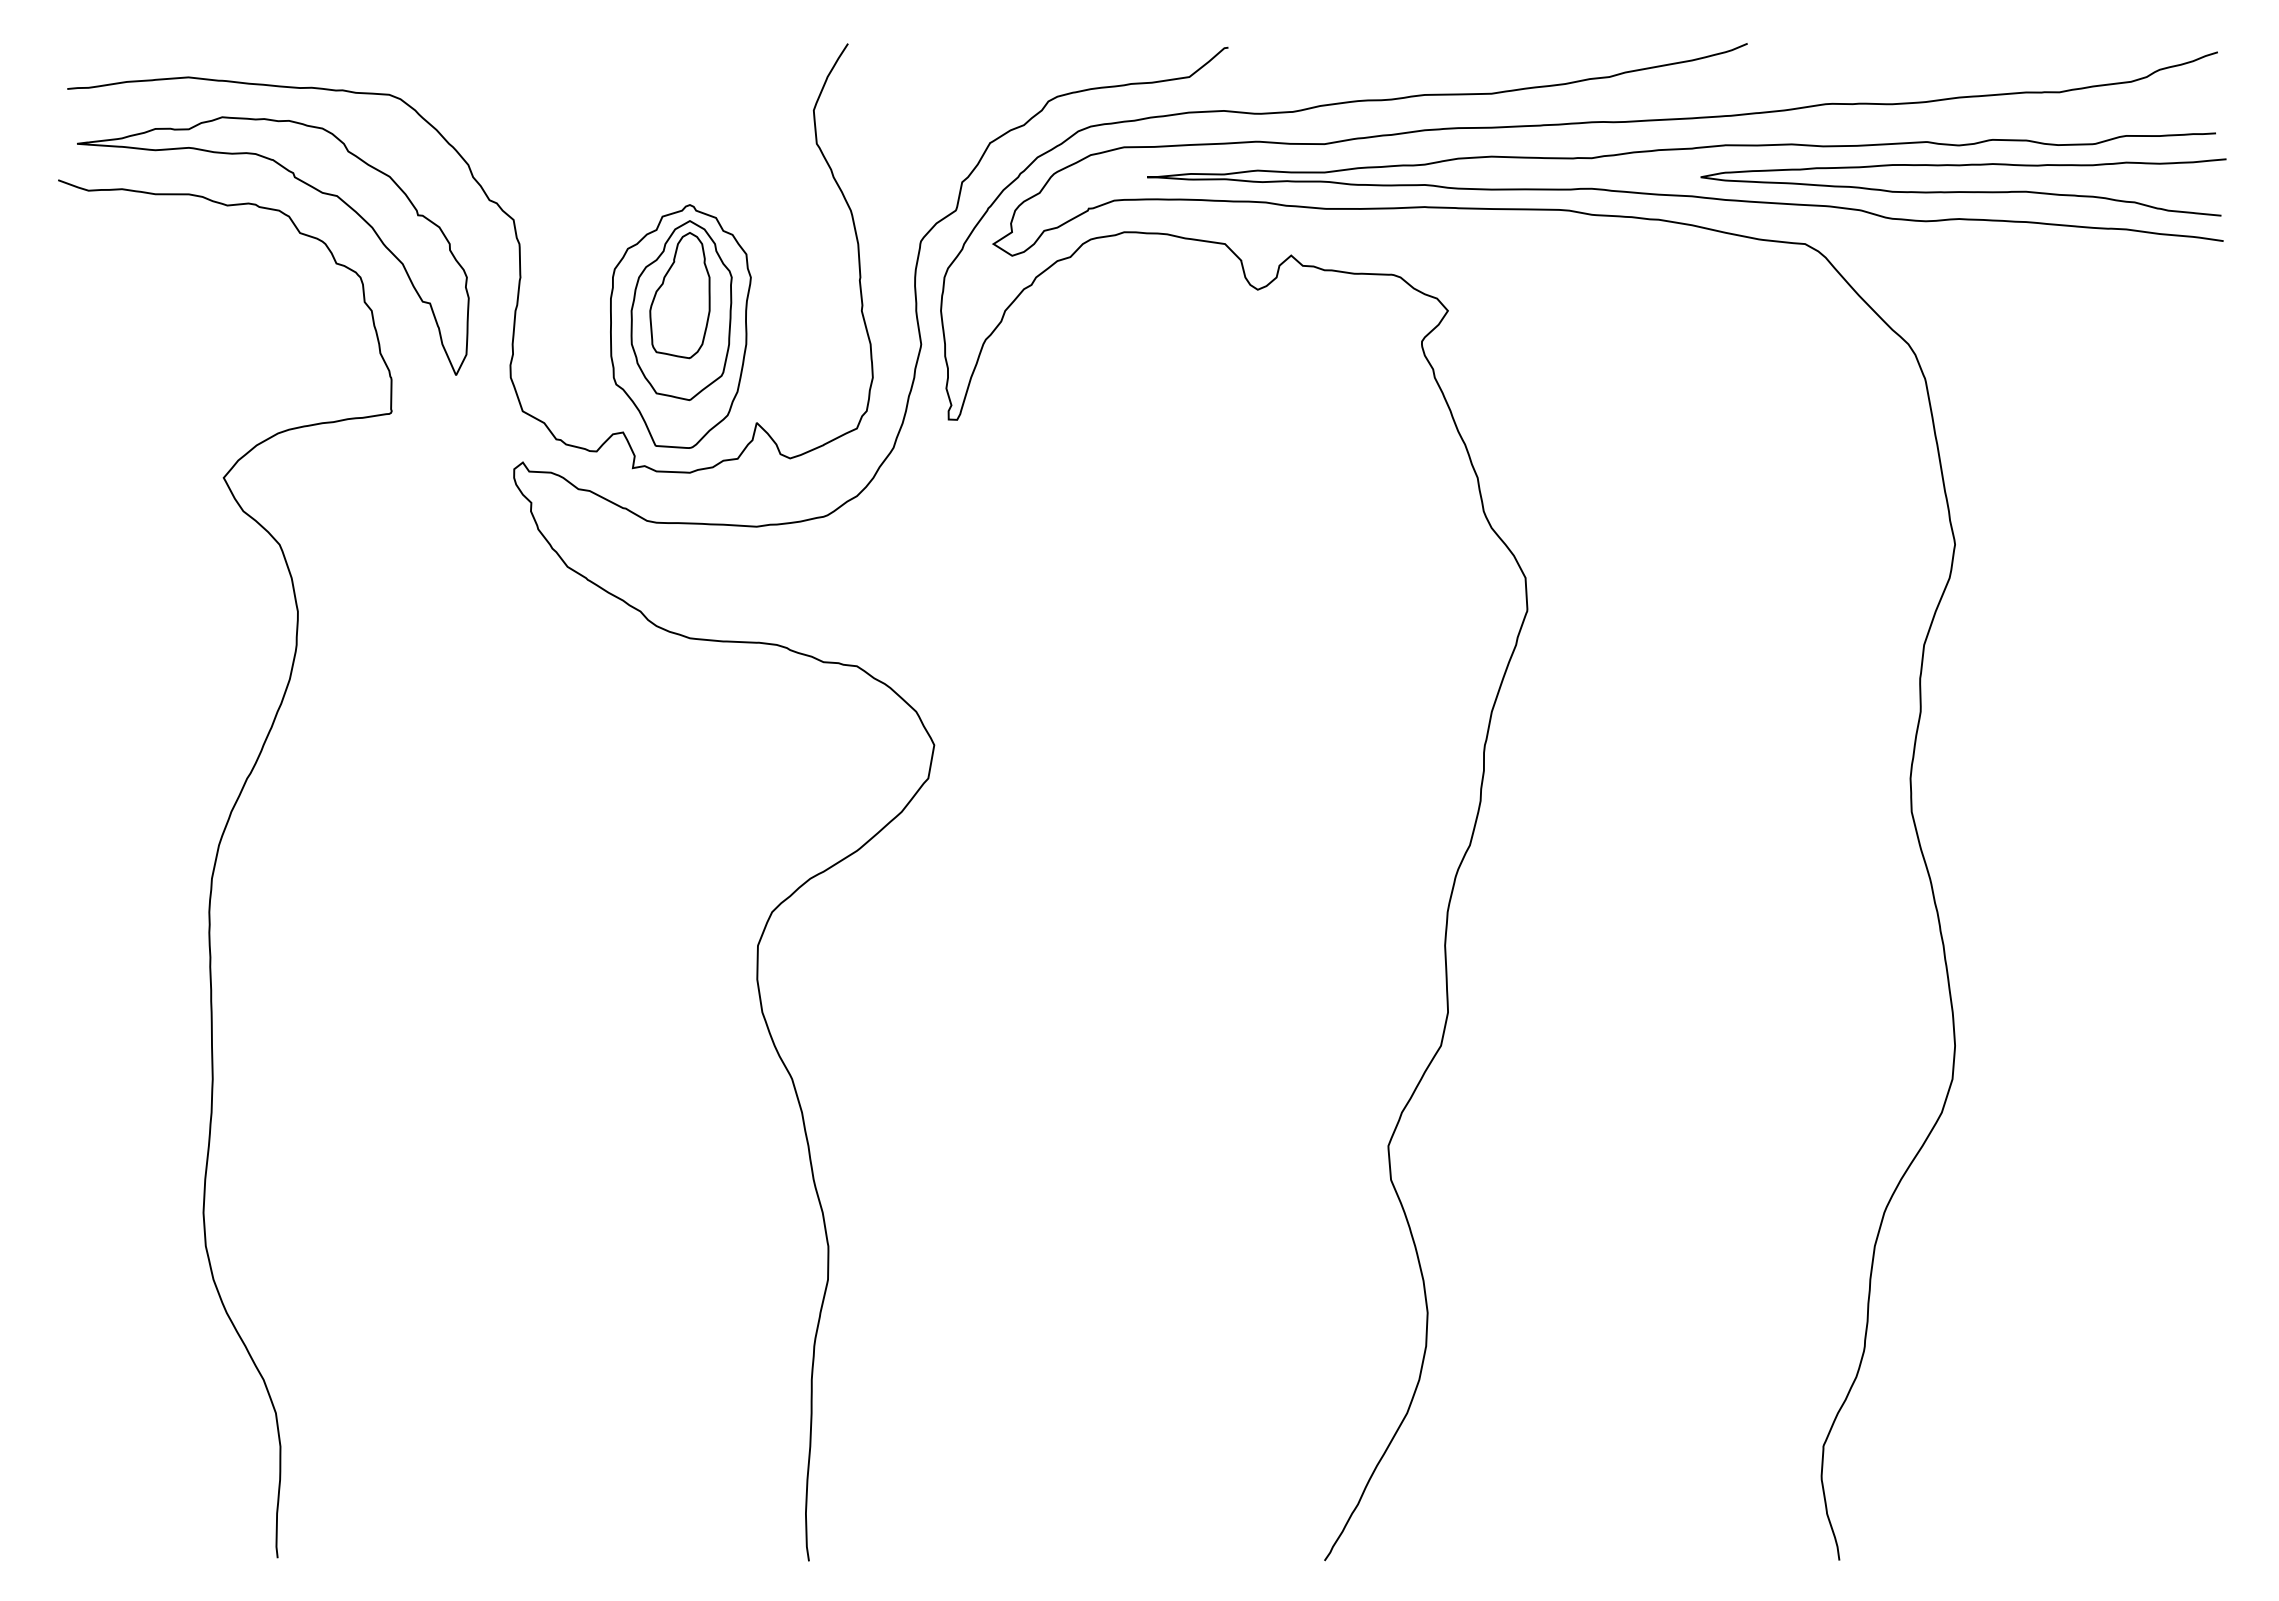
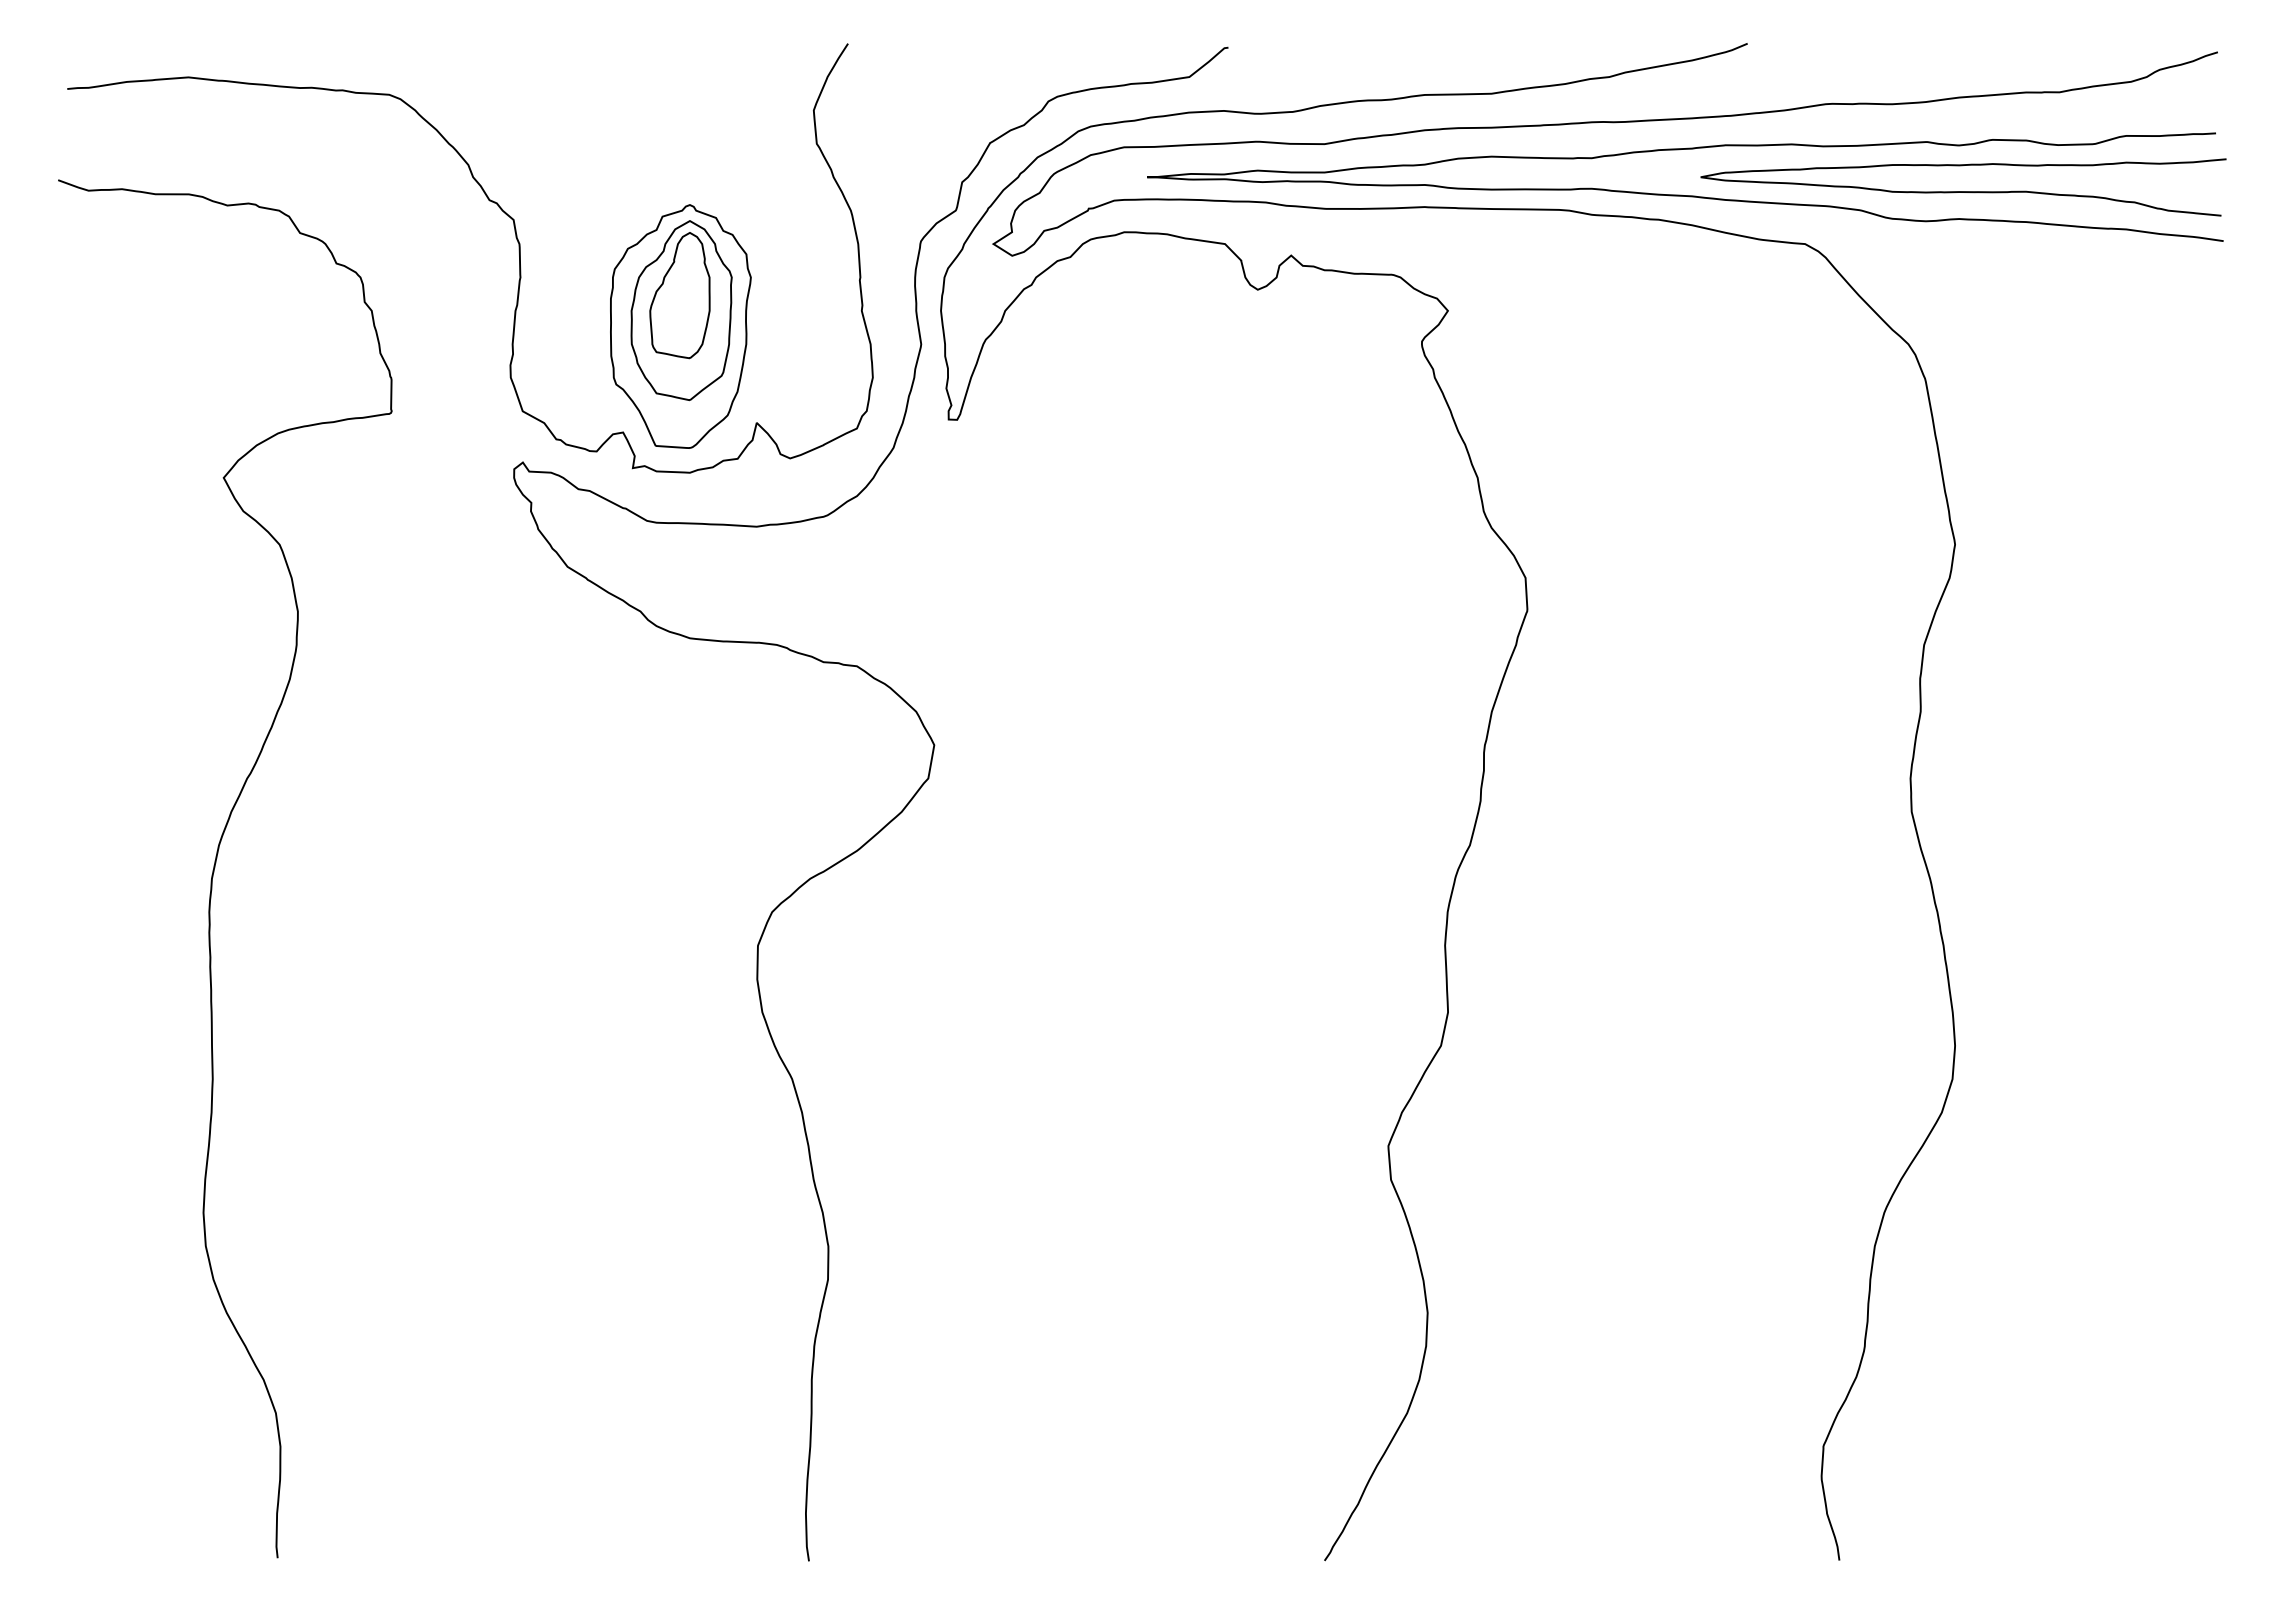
part at (303, 183): present -> none
